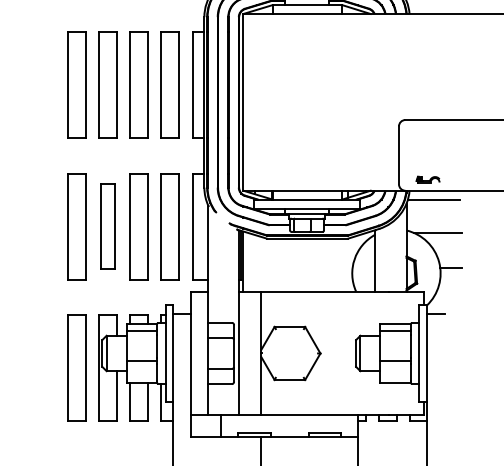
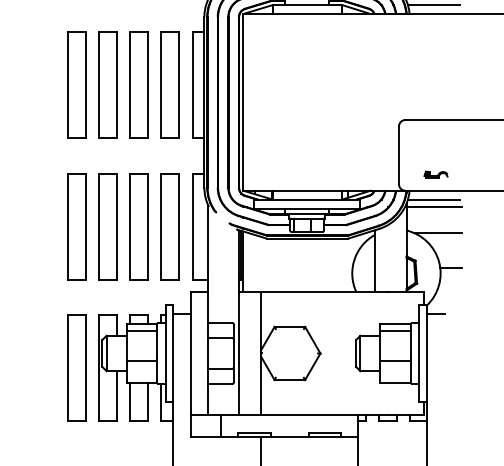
line at (433, 5): none -> present
part at (427, 179) position: (427, 179) -> (435, 174)
line at (434, 207): none -> present
part at (107, 226) size: 16x87 px -> 20x108 px
